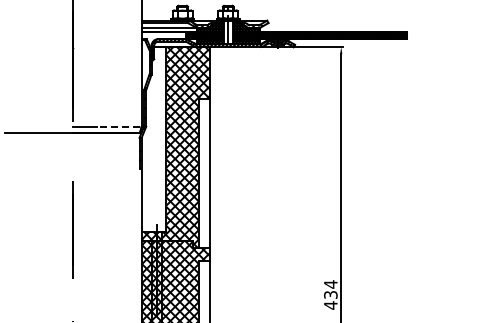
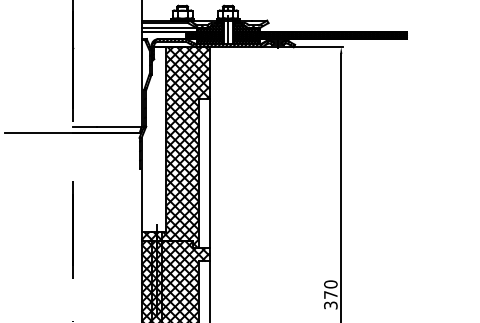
line at (117, 127): dashed -> solid
text at (330, 294): 434 -> 370
